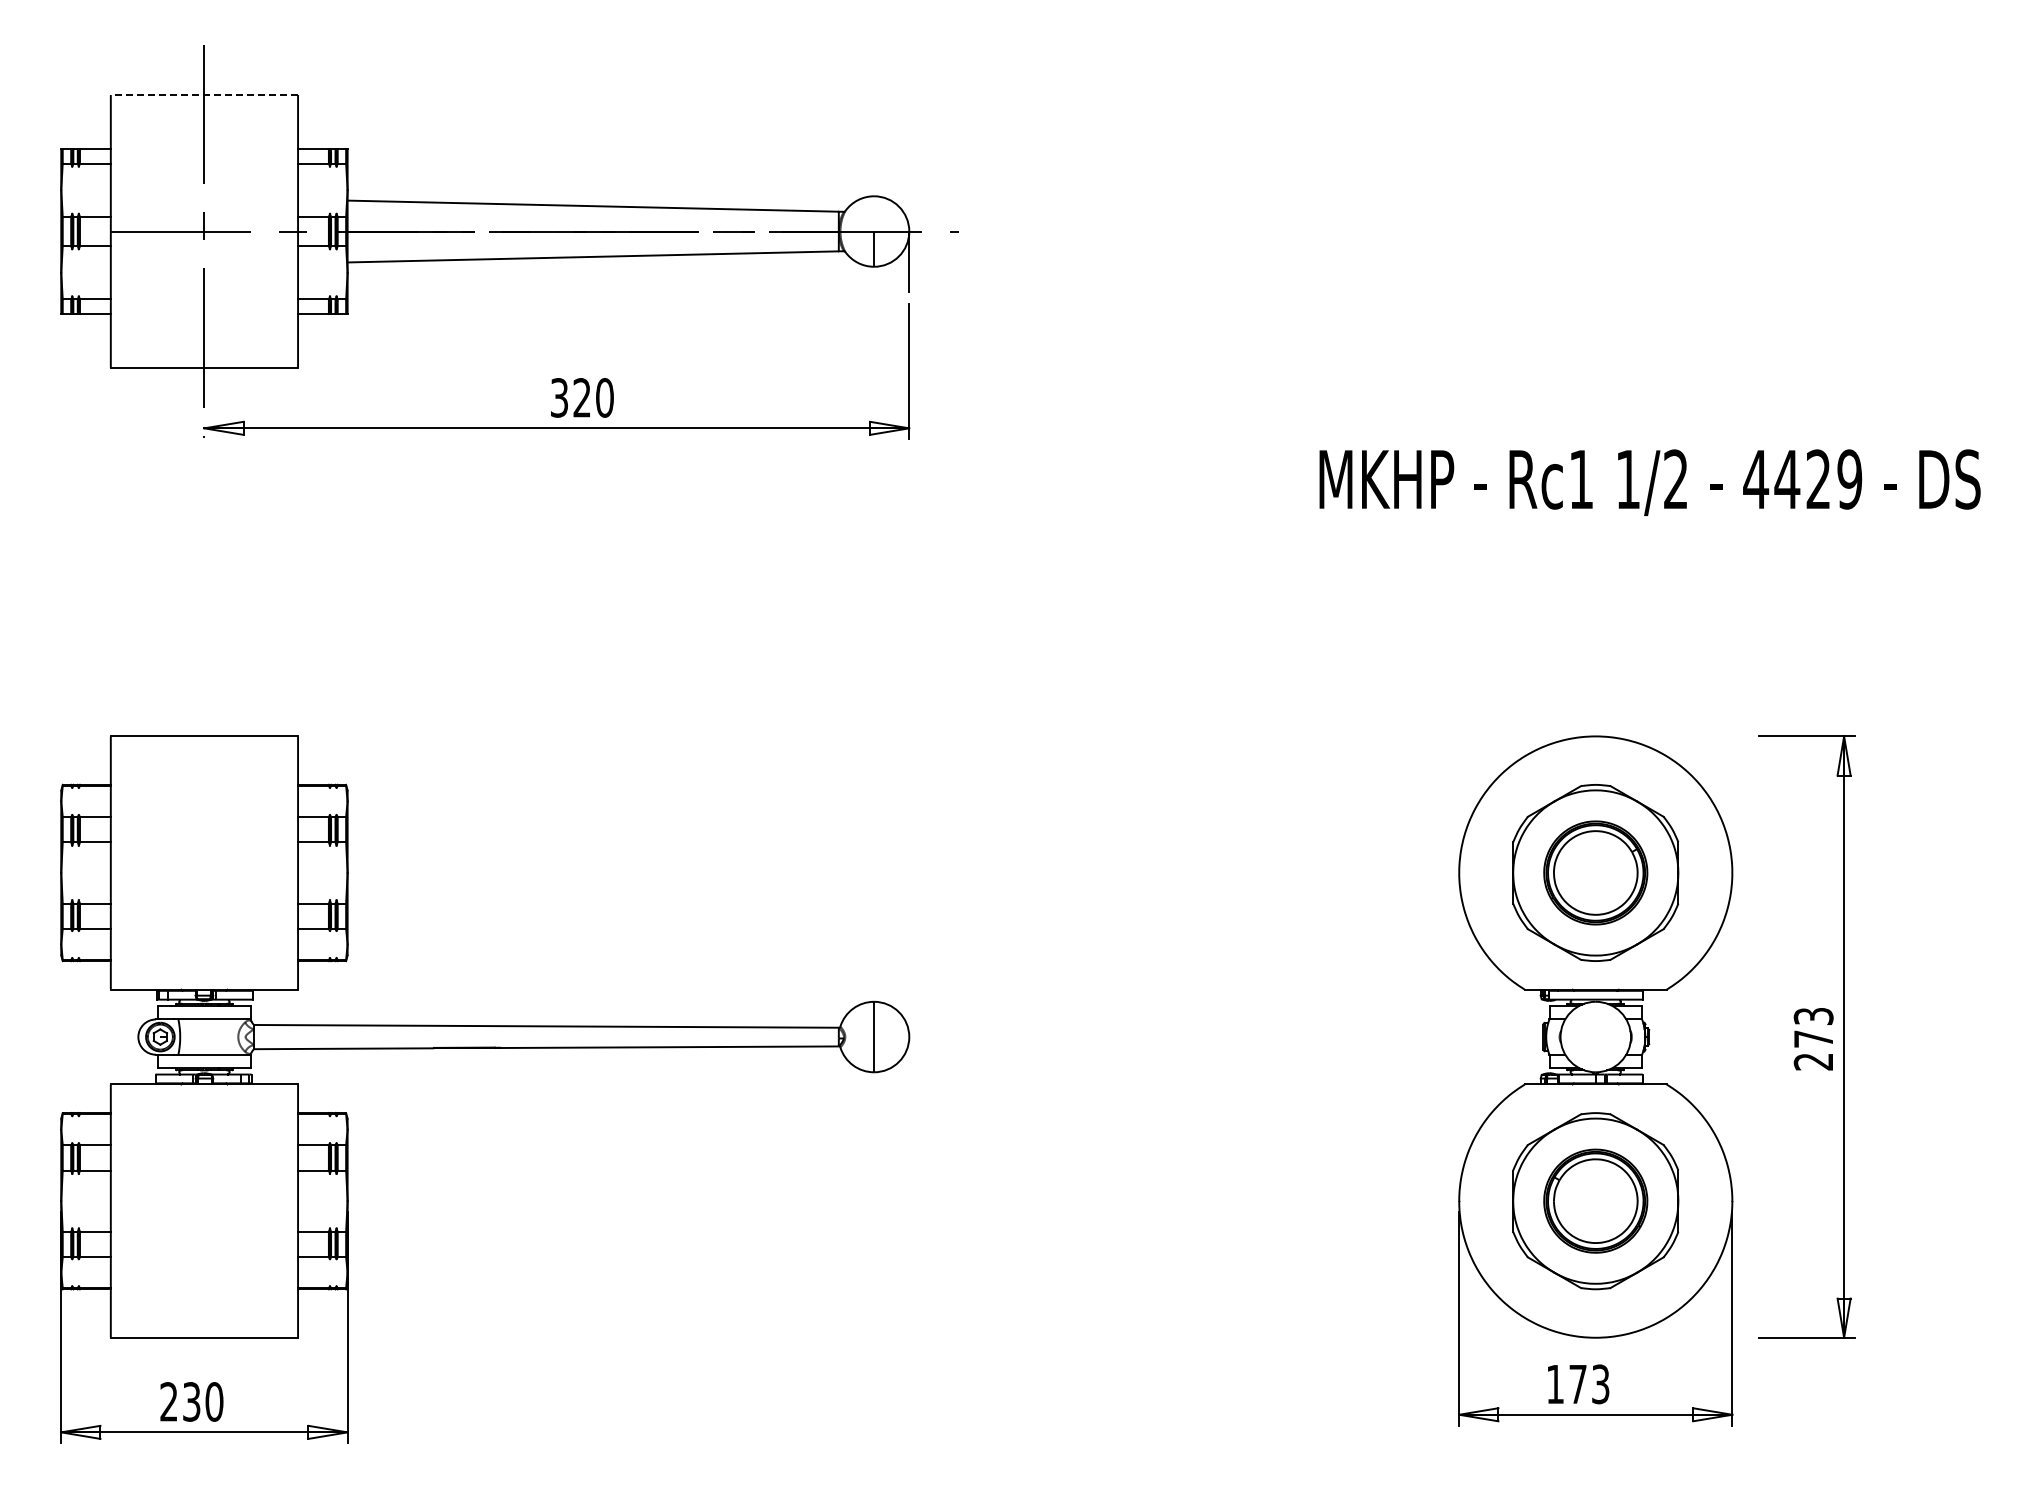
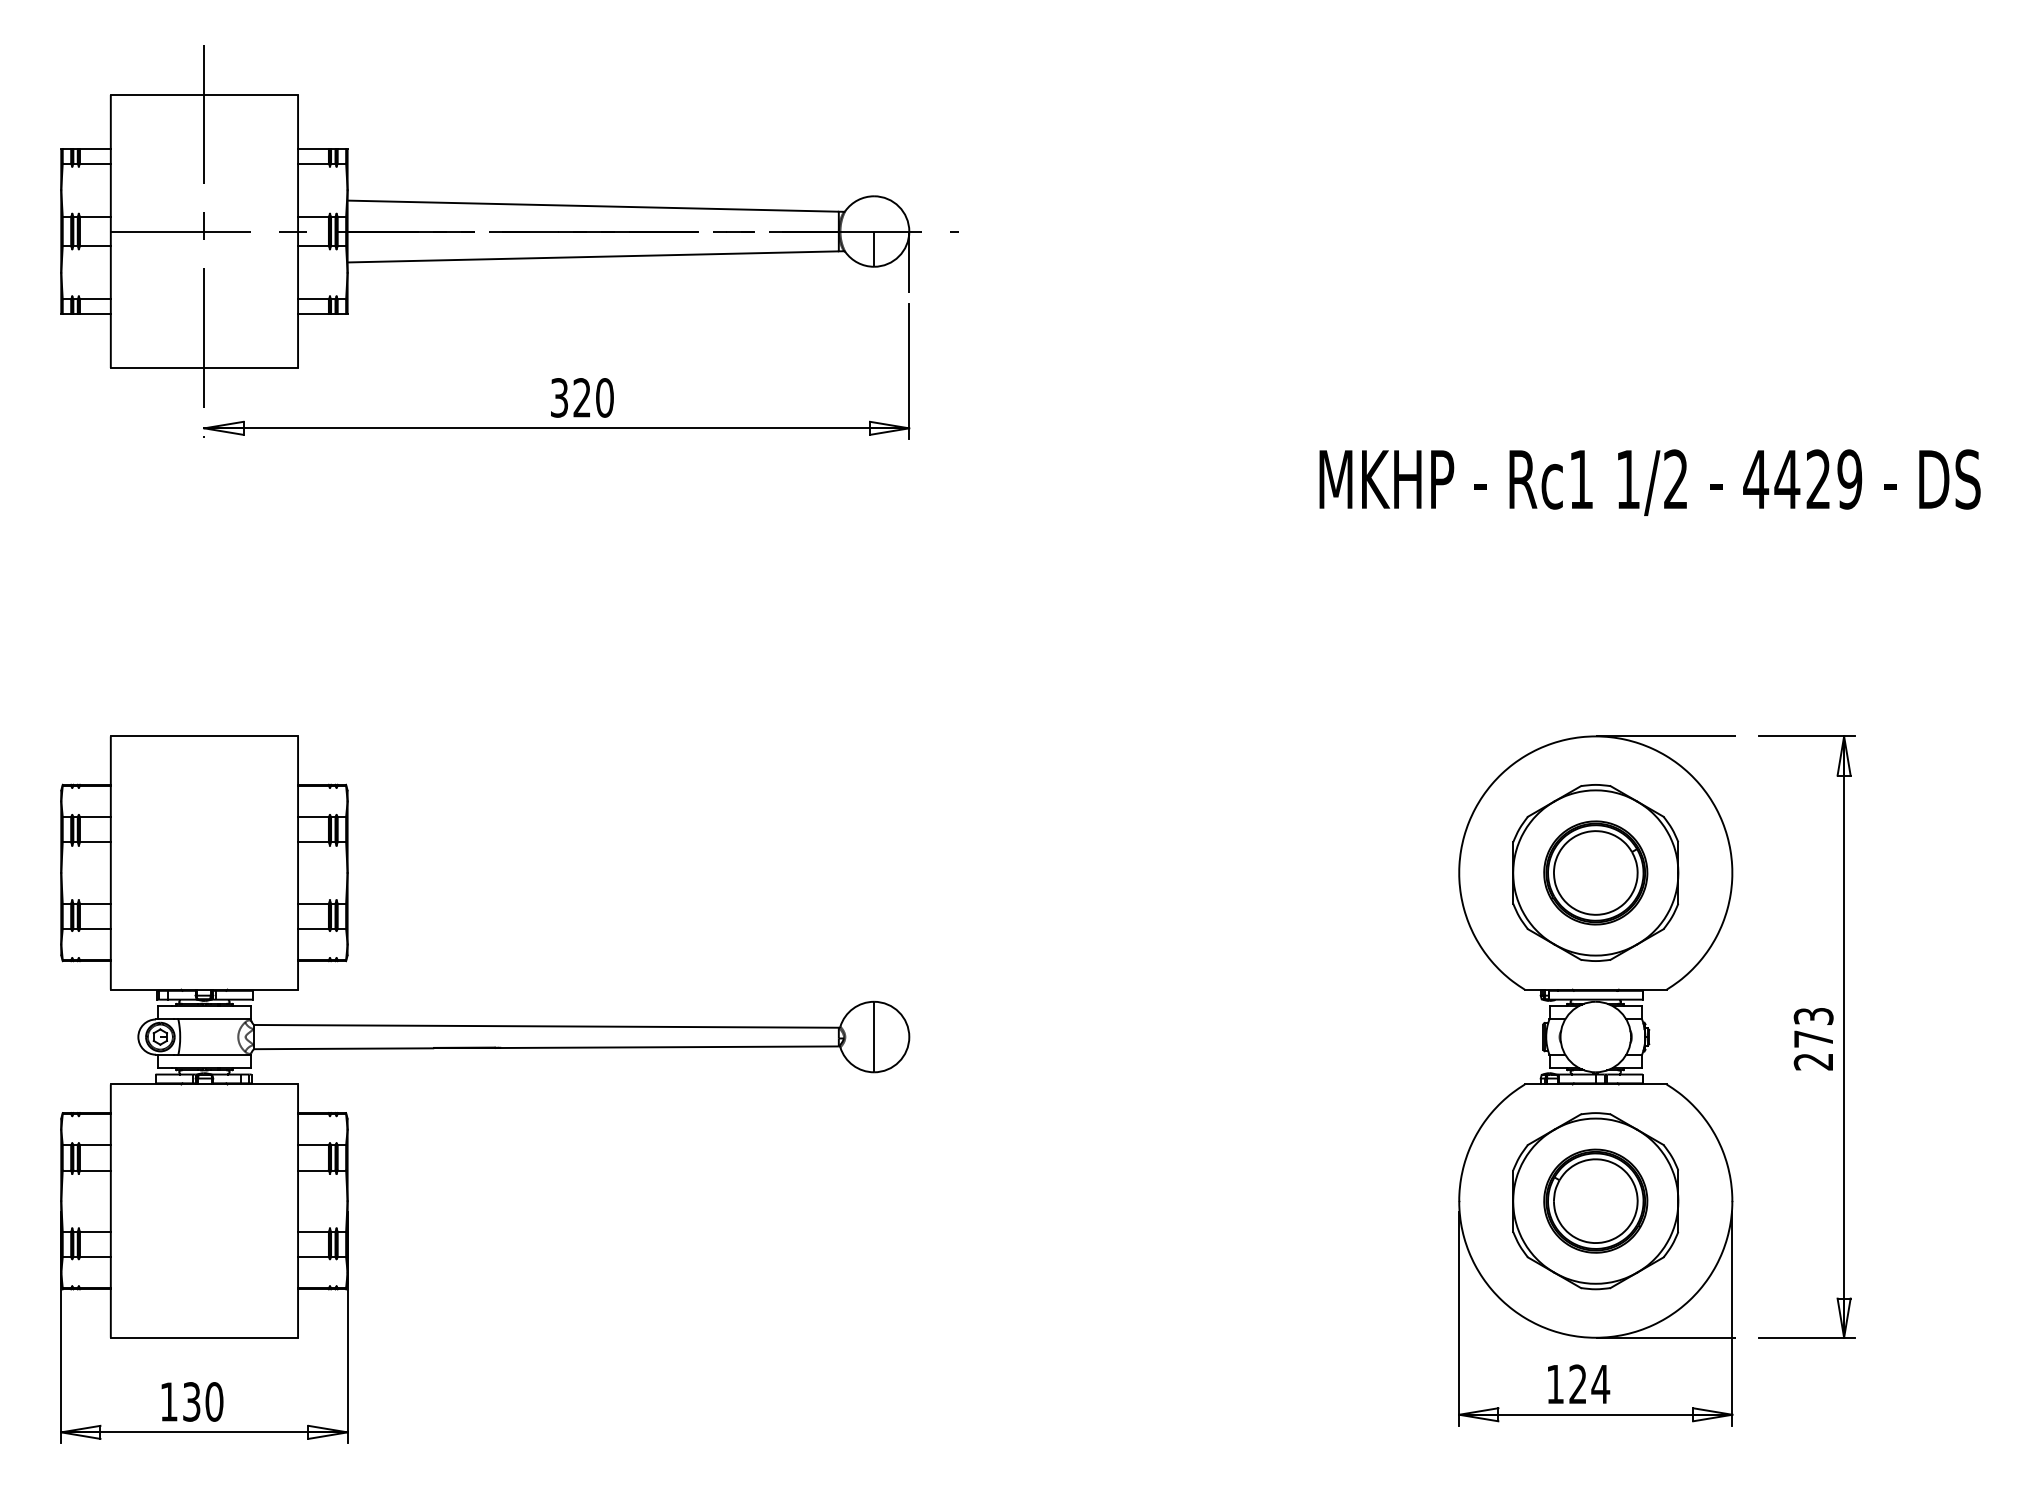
line at (204, 94): dashed -> solid
line at (1671, 736): none -> present
line at (1671, 1337): none -> present
text at (1589, 1384): 173 -> 124
text at (168, 1401): 230 -> 130
